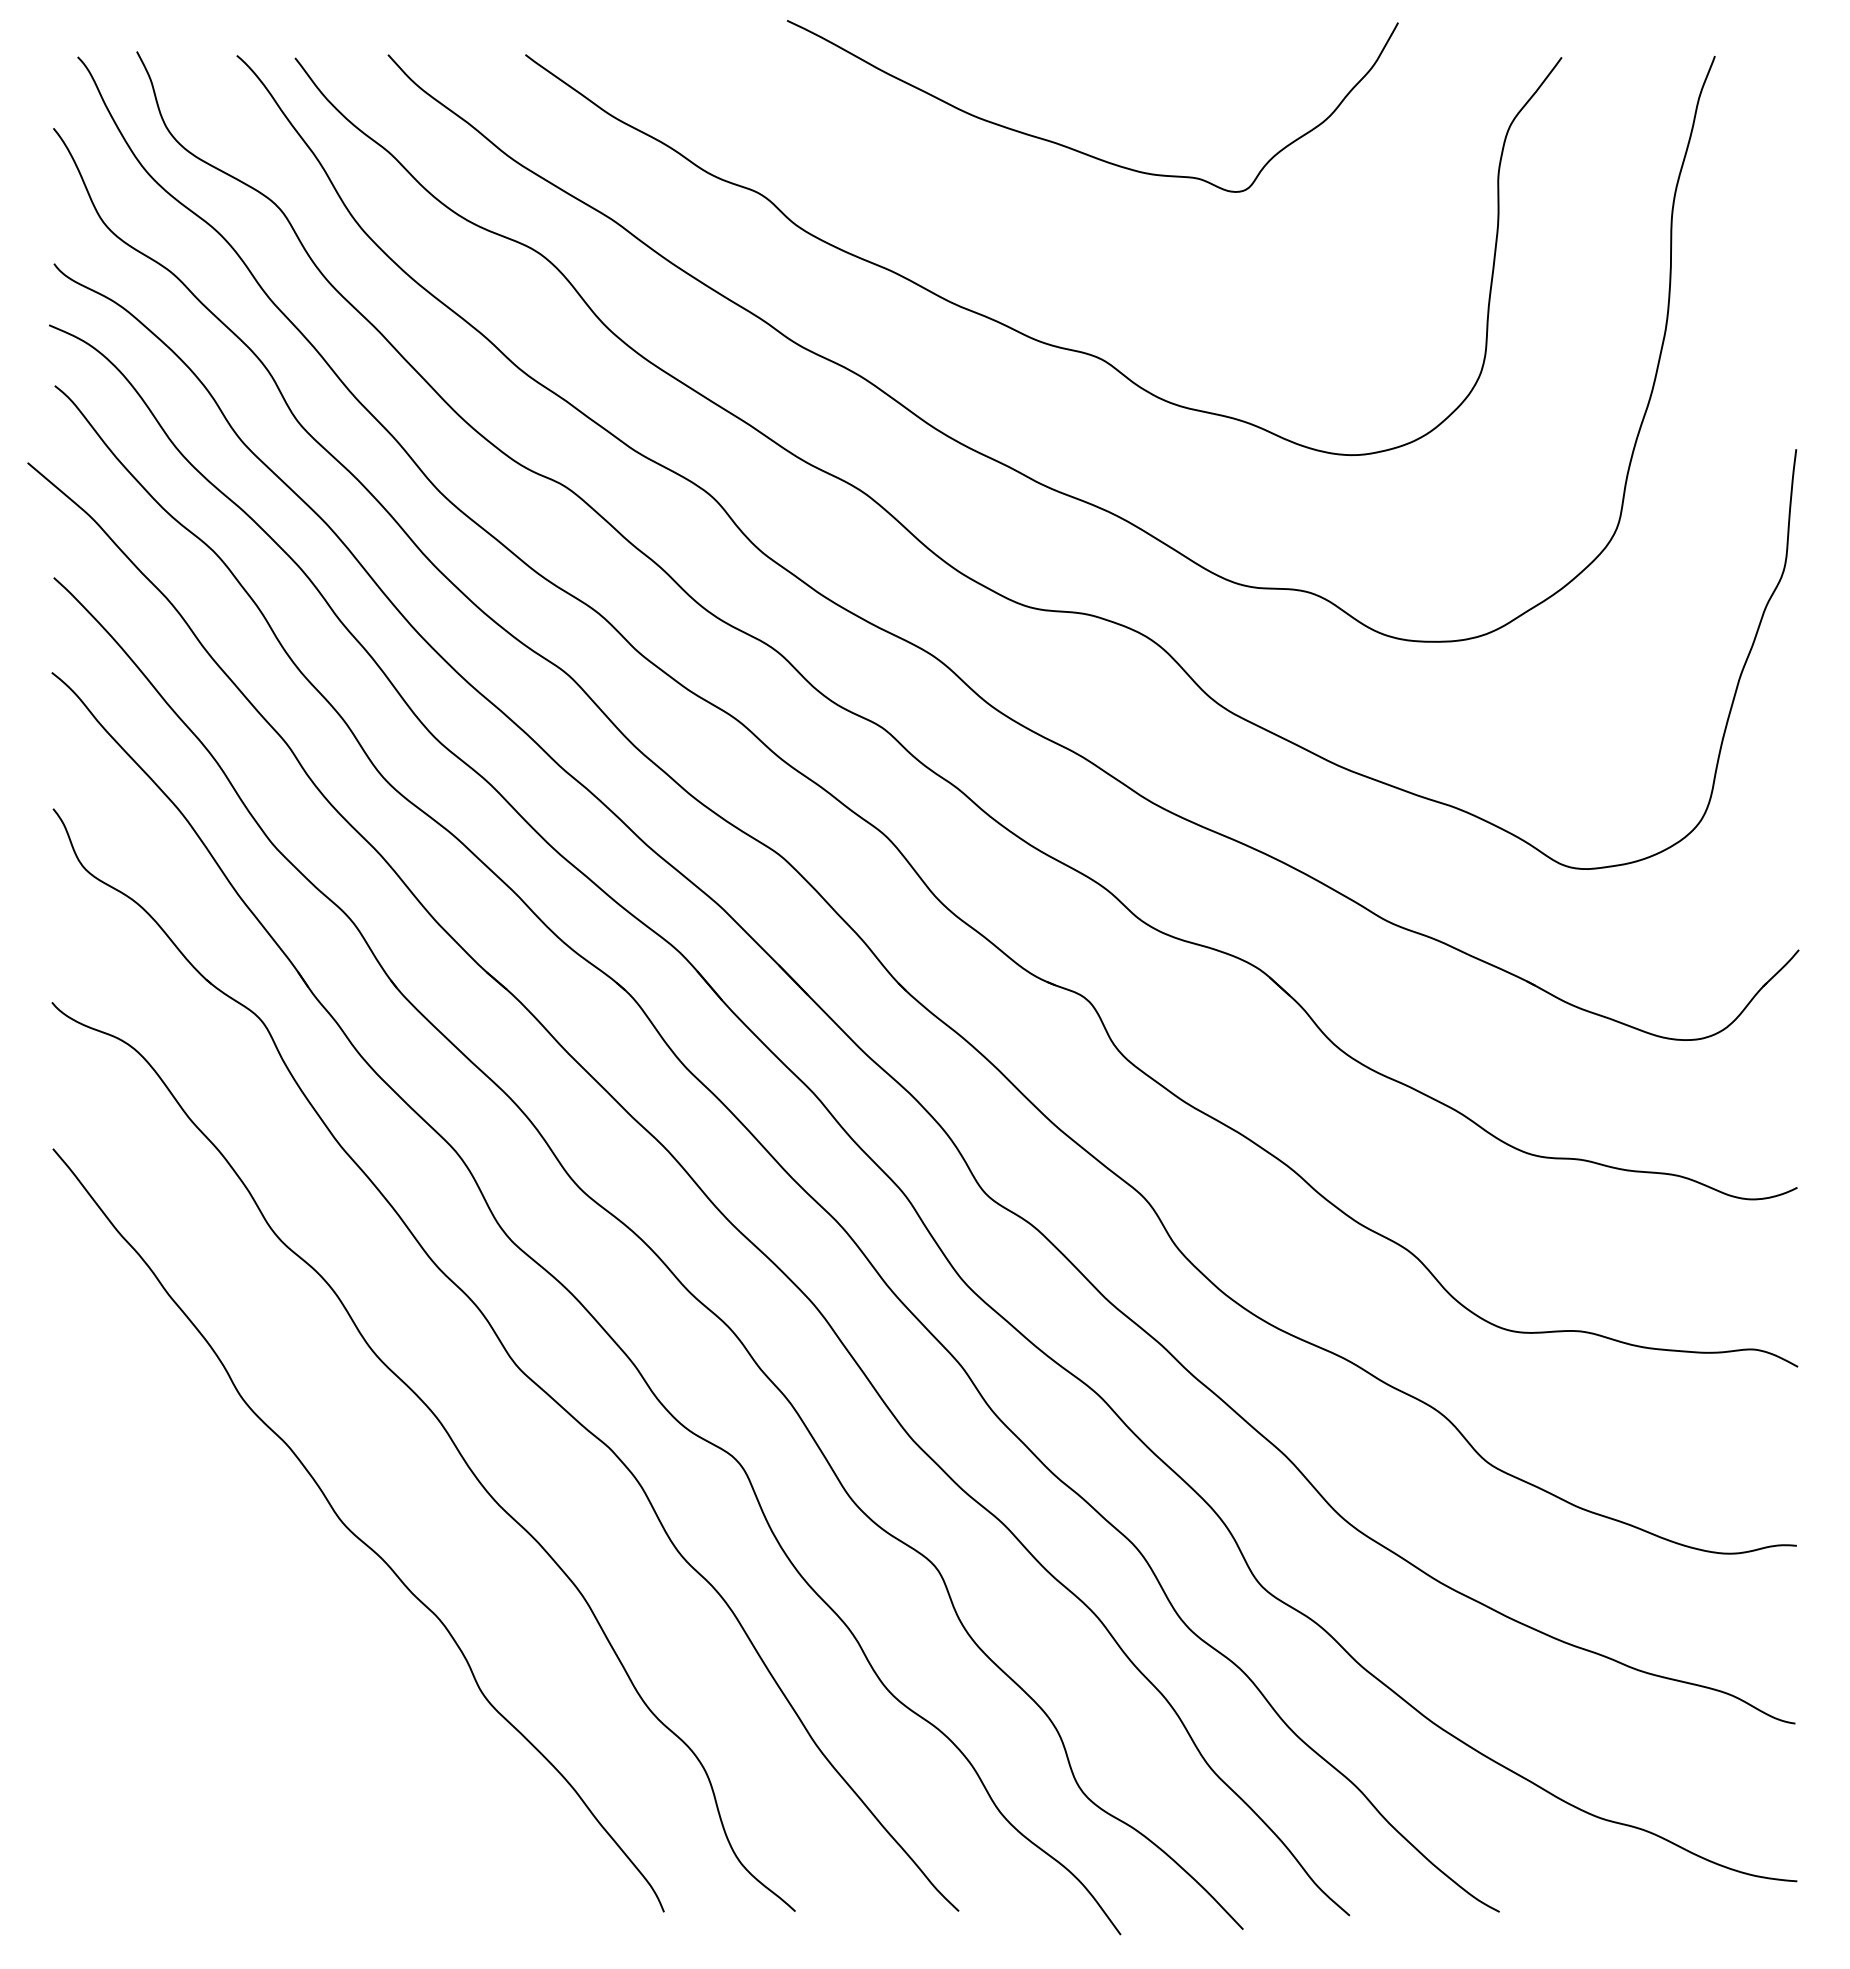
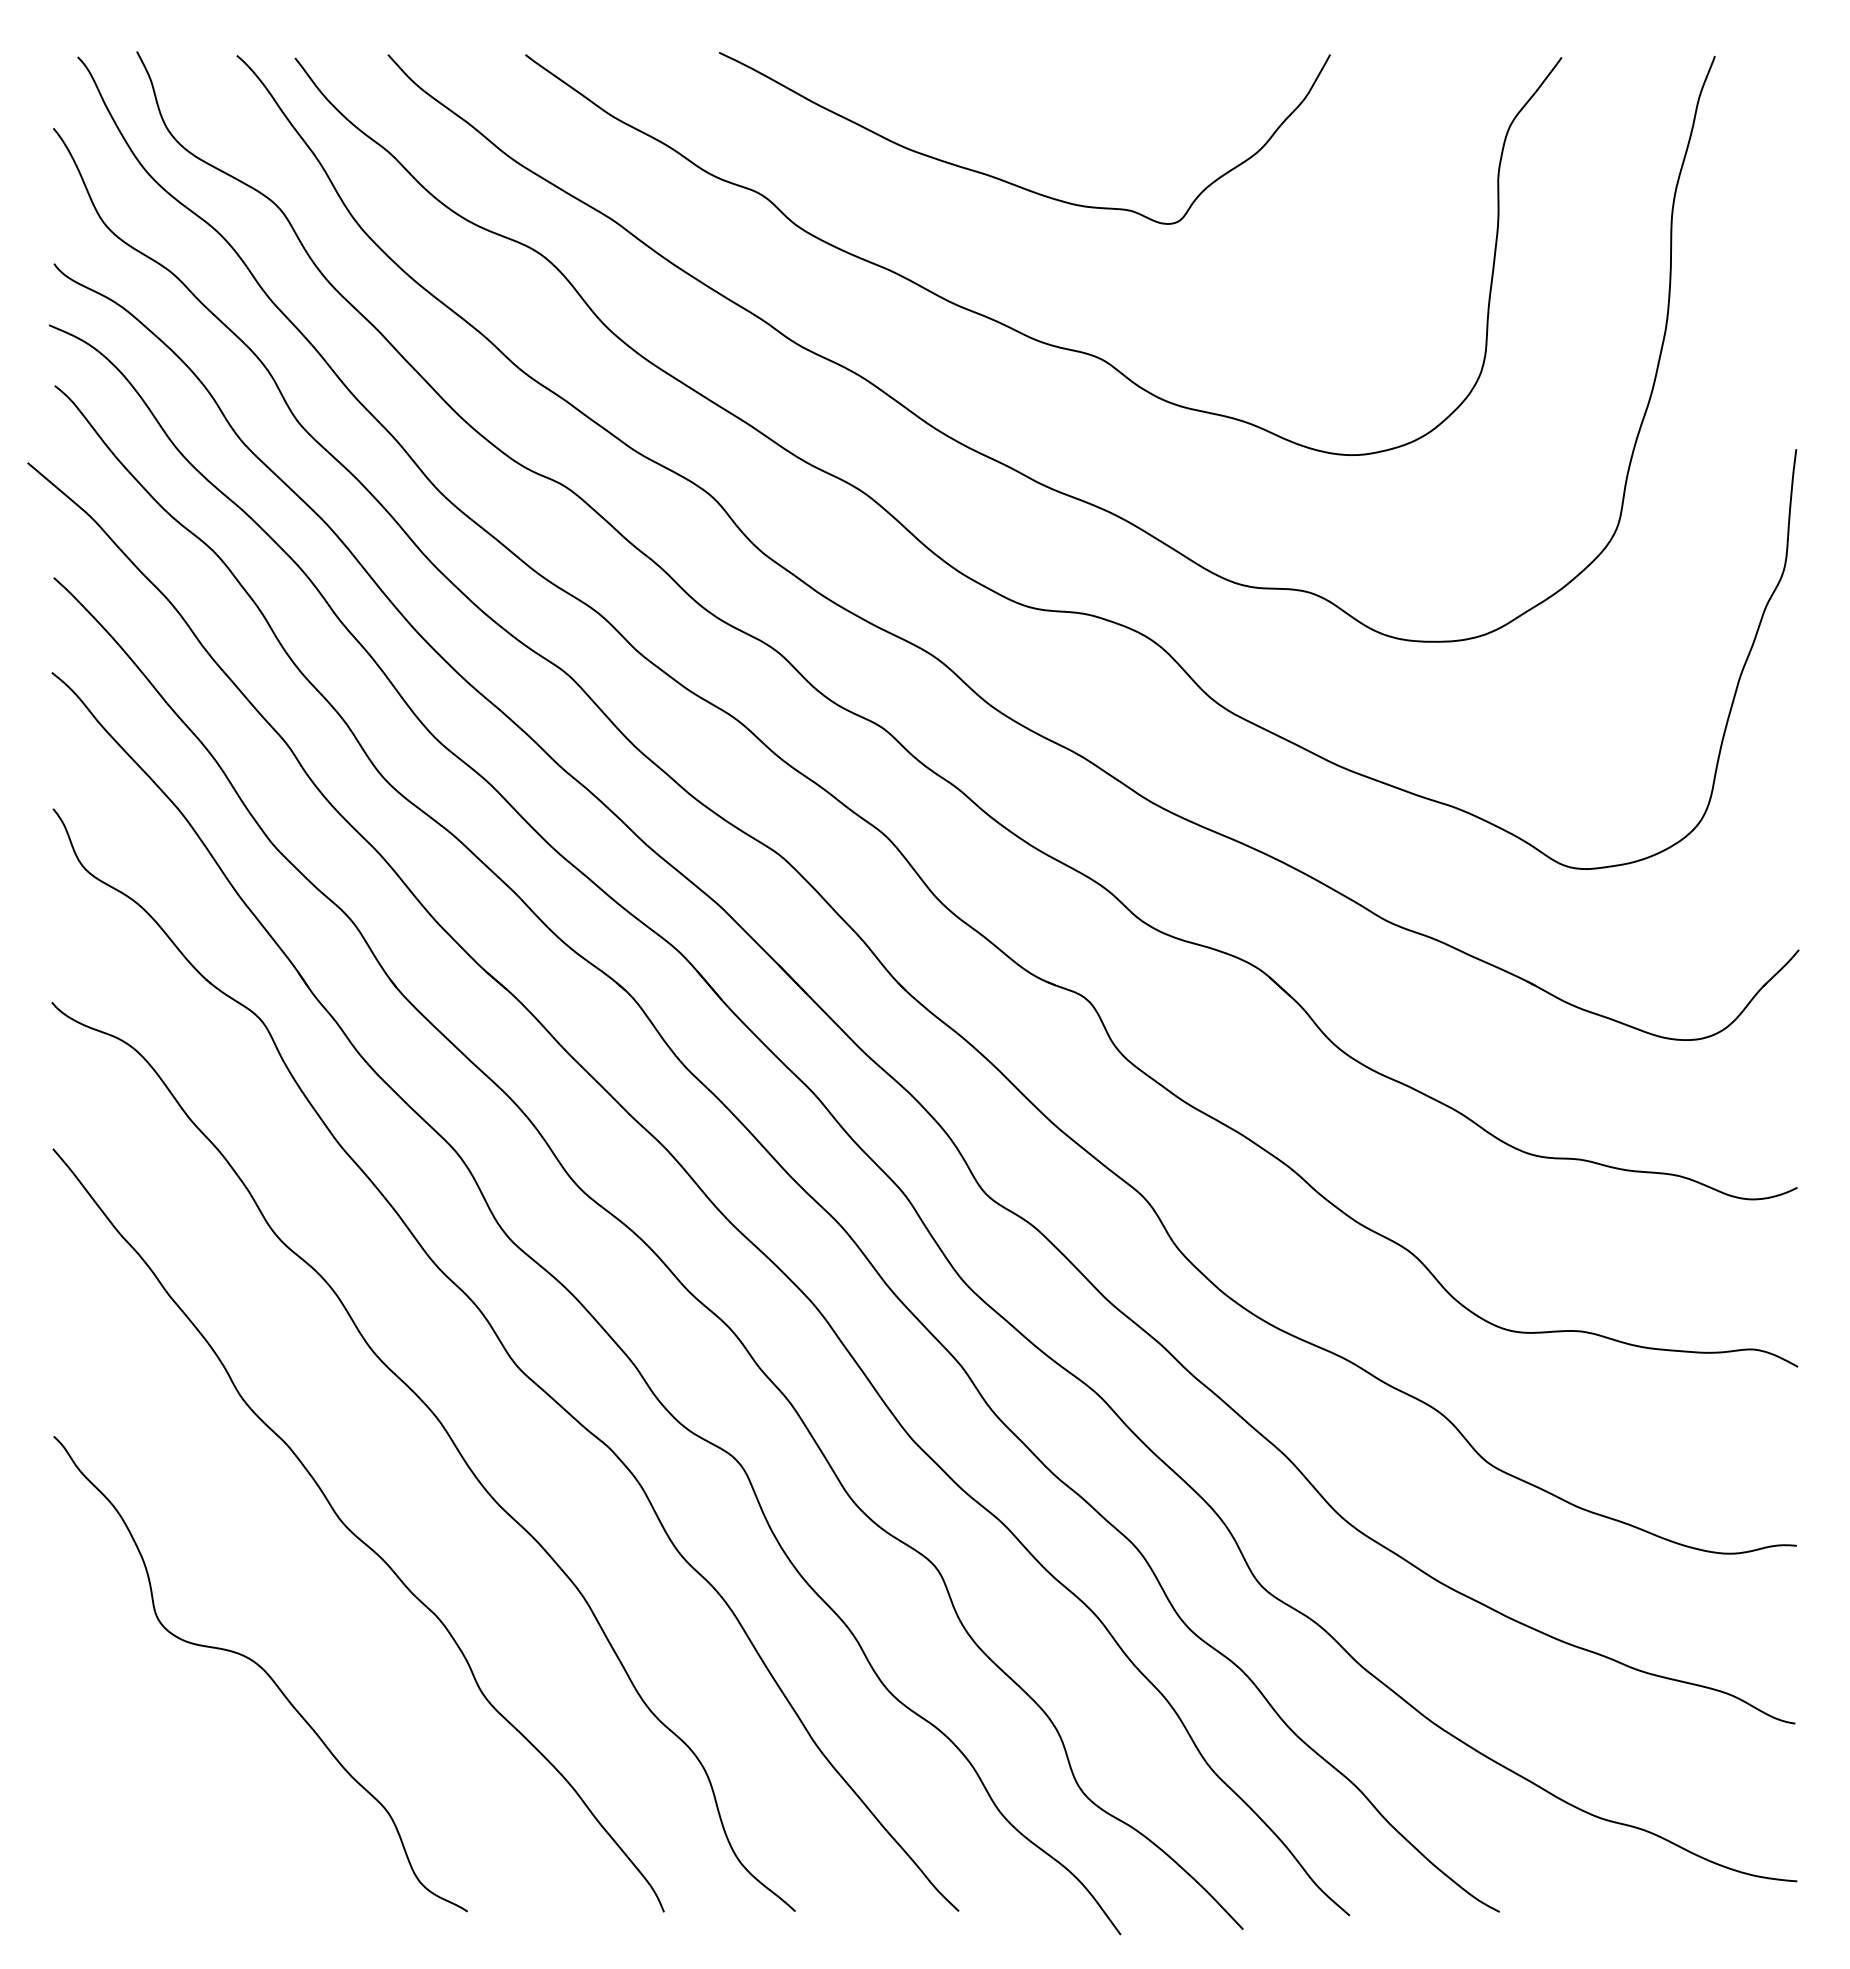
curve at (1076, 149) position: (1076, 149) -> (1008, 181)
curve at (263, 1671): none -> present
